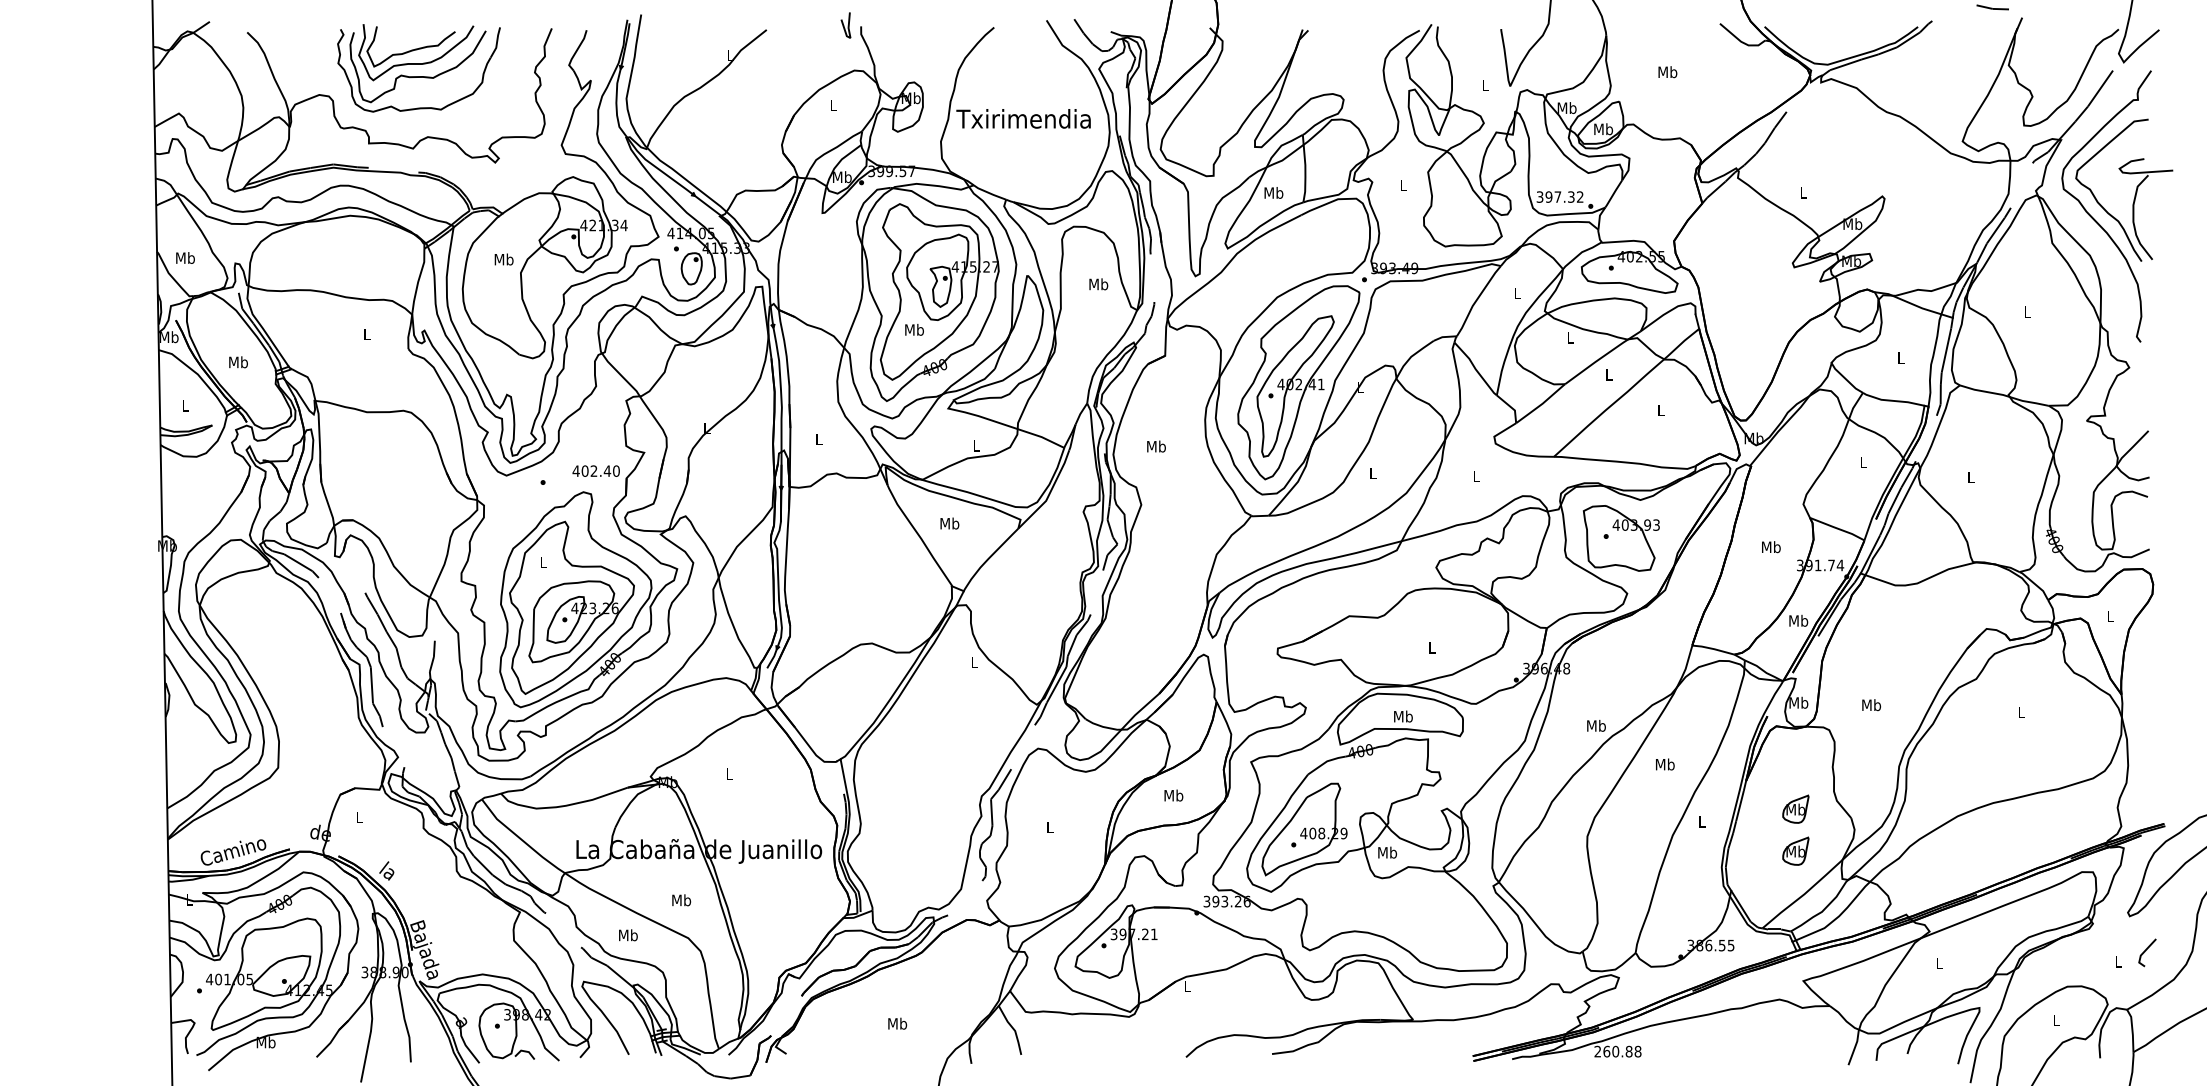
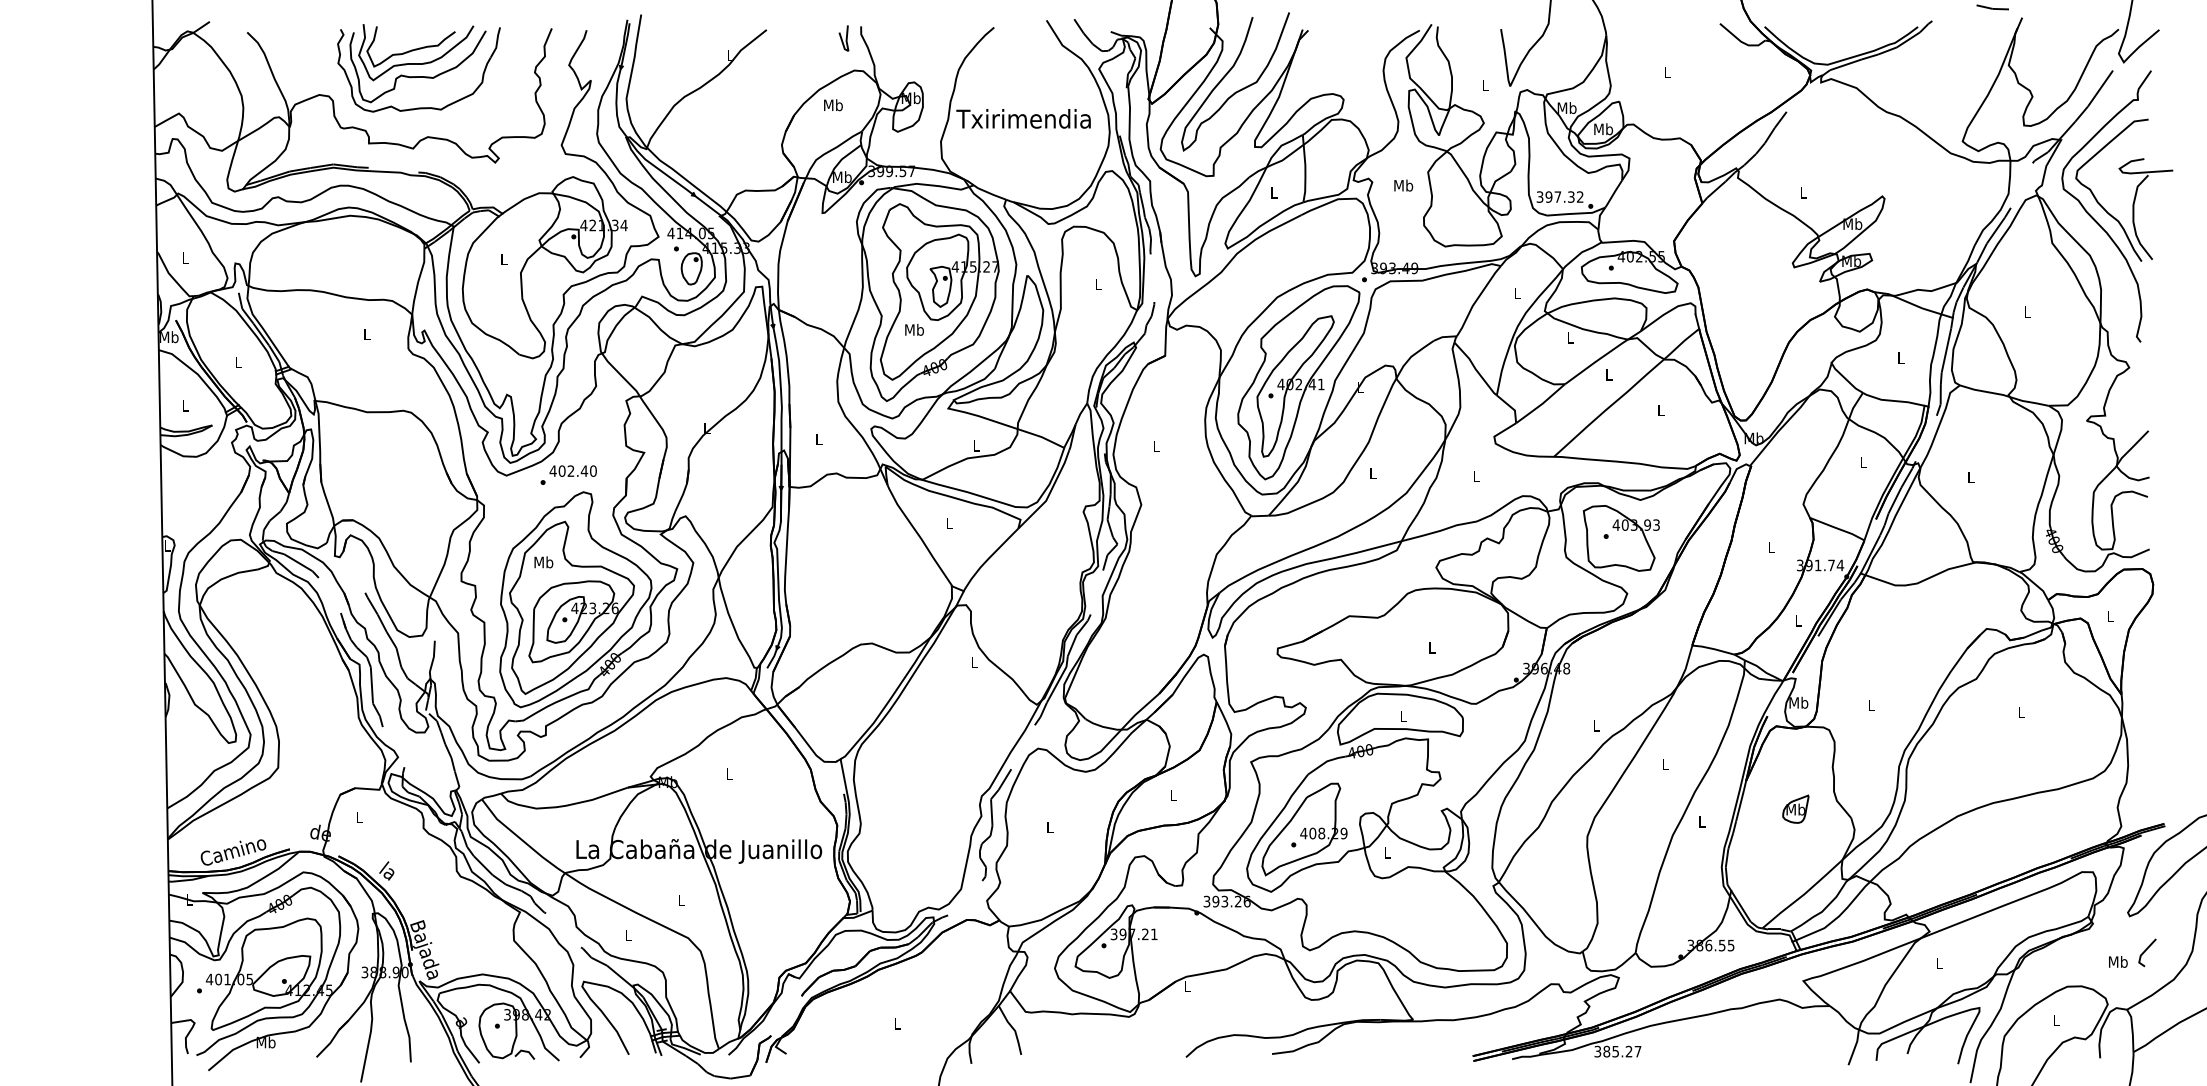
line at (844, 25) position: (844, 25) -> (842, 38)
text at (1667, 72): Mb -> L
curve at (1239, 89): none -> present
text at (833, 105): L -> Mb
text at (1403, 185): L -> Mb
text at (1273, 192): Mb -> L
text at (185, 257): Mb -> L
text at (503, 259): Mb -> L
text at (1098, 284): Mb -> L
text at (238, 362): Mb -> L
text at (1156, 446): Mb -> L
text at (595, 470) position: (595, 470) -> (572, 470)
text at (949, 523): Mb -> L
text at (167, 545): Mb -> L
text at (1771, 547): Mb -> L
text at (543, 562): L -> Mb
text at (1798, 620): Mb -> L
text at (1871, 705): Mb -> L
text at (1403, 716): Mb -> L
text at (1596, 725): Mb -> L
text at (1665, 764): Mb -> L
text at (1173, 795): Mb -> L
part at (1795, 850): present -> none
text at (1387, 852): Mb -> L
text at (681, 900): Mb -> L
text at (628, 935): Mb -> L
text at (2118, 961): L -> Mb
text at (897, 1023): Mb -> L
text at (1617, 1051): 260.88 -> 385.27
